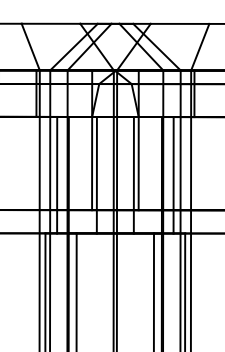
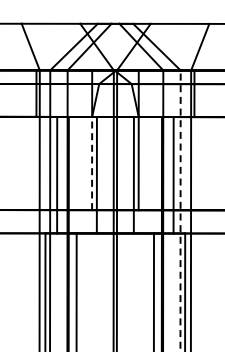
line at (92, 163): solid -> dashed
line at (180, 210): solid -> dashed
